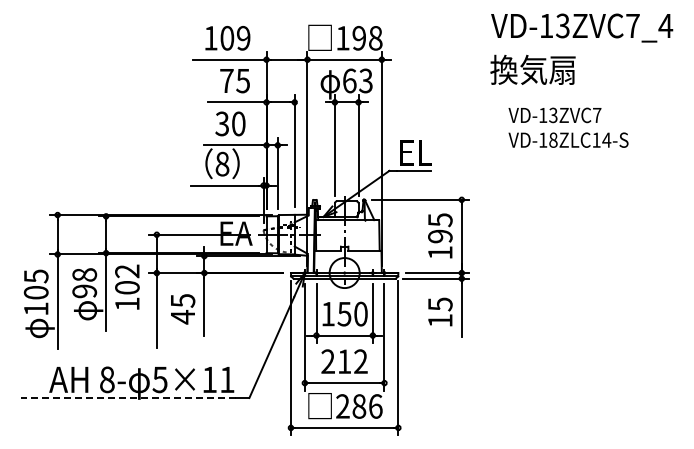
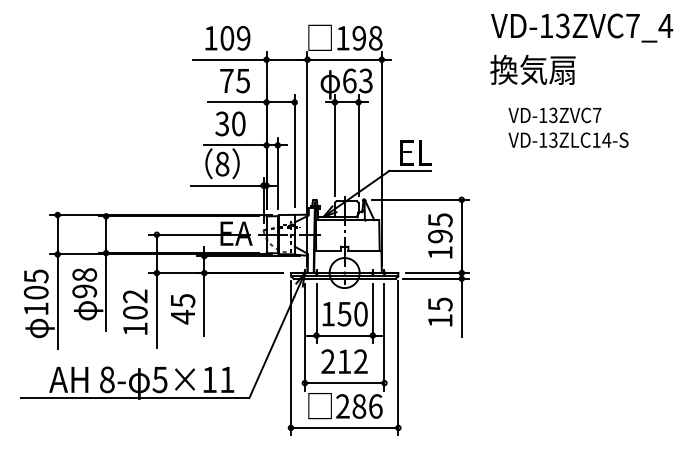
text at (553, 139): VD-18ZLC14-S -> VD-13ZLC14-S
text at (127, 286) position: (127, 286) -> (135, 311)
line at (128, 397): dashed -> solid
